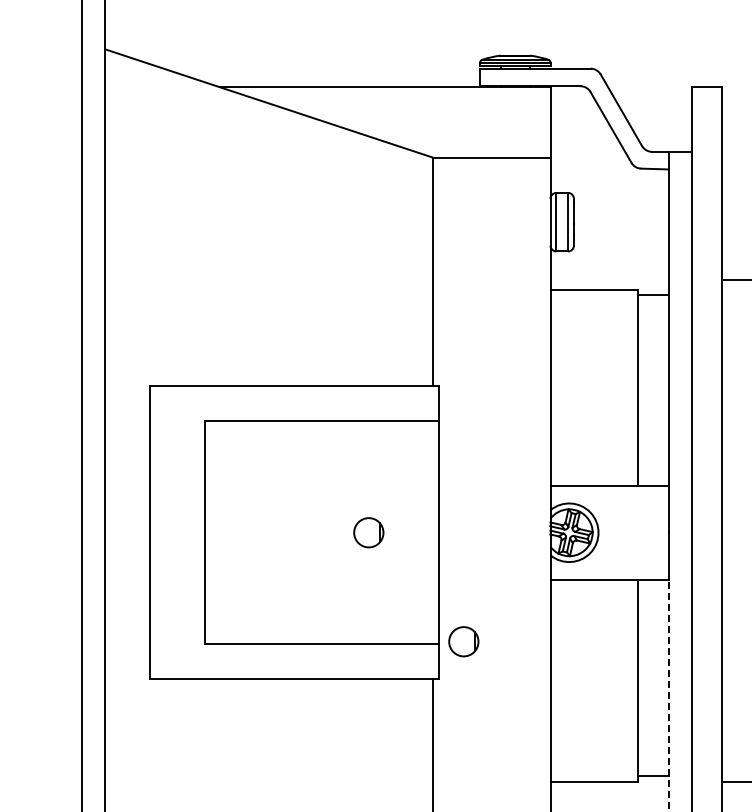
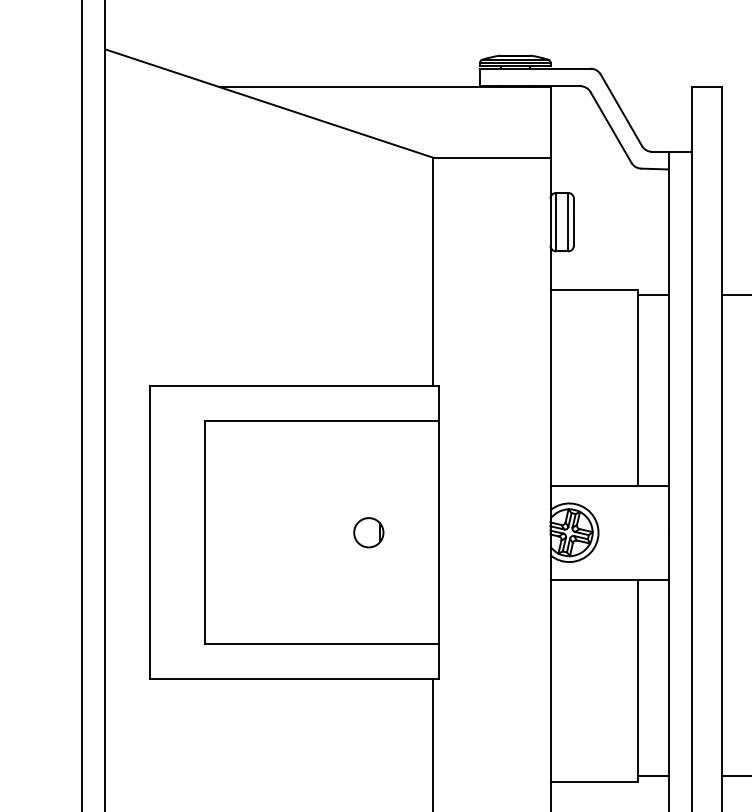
line at (734, 280) position: (734, 280) -> (734, 295)
part at (463, 641): present -> none
line at (668, 695): dashed -> solid
line at (734, 781) position: (734, 781) -> (734, 775)
